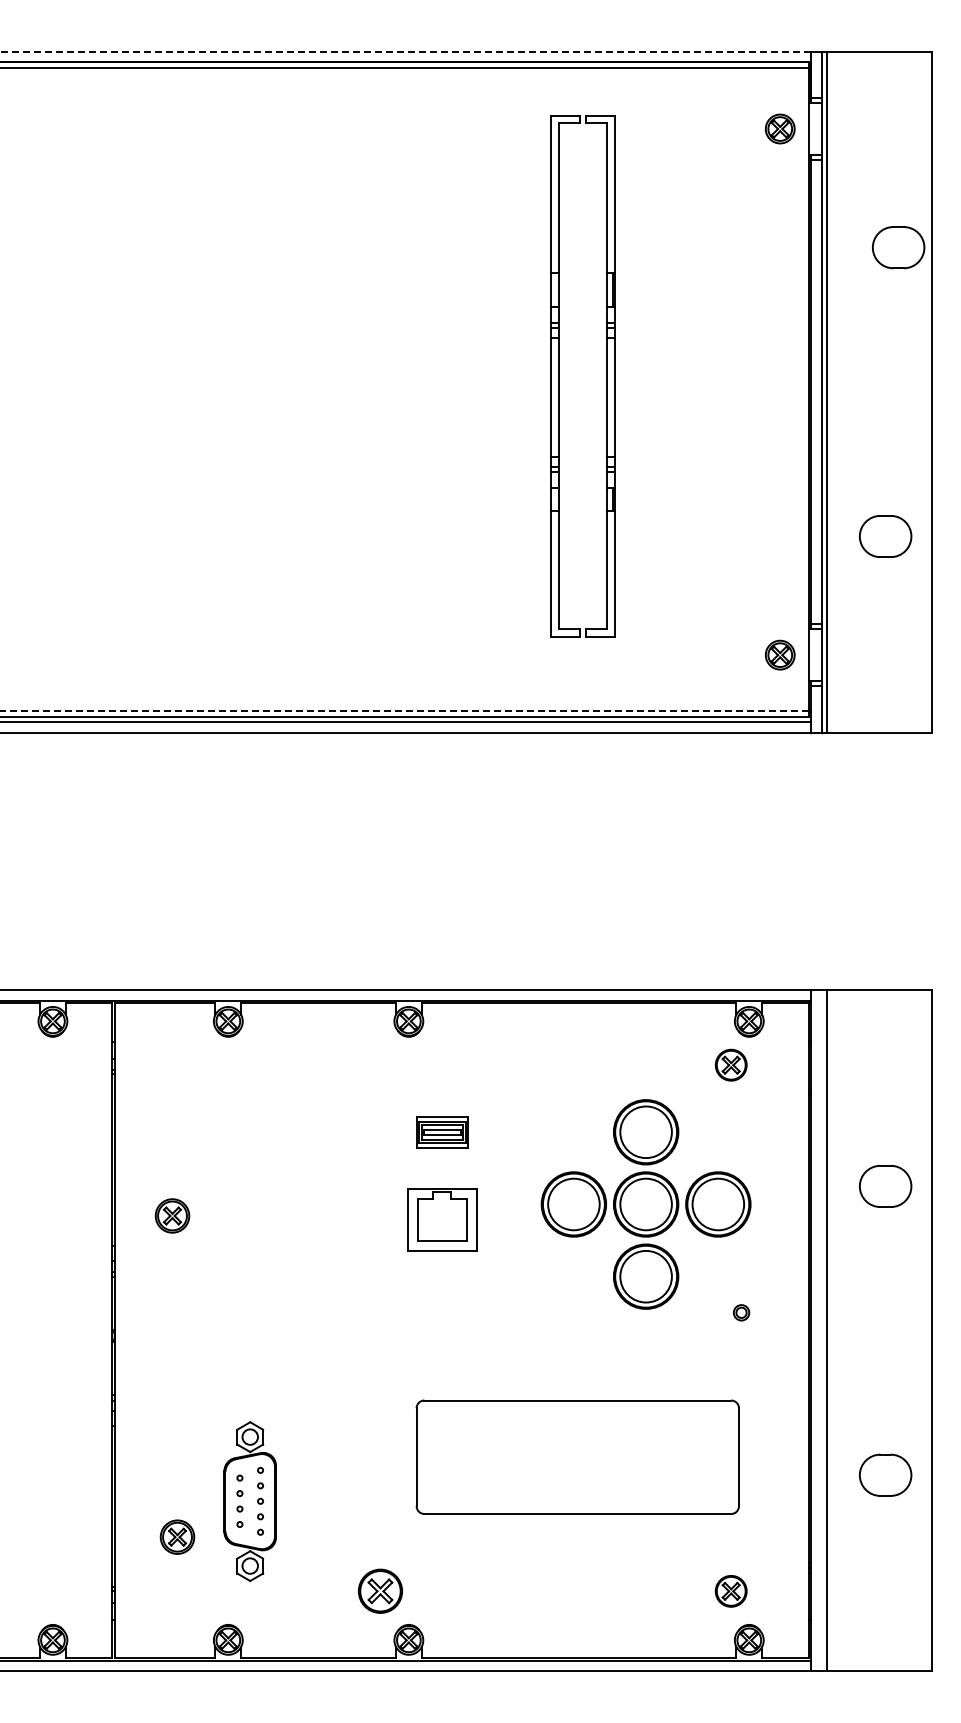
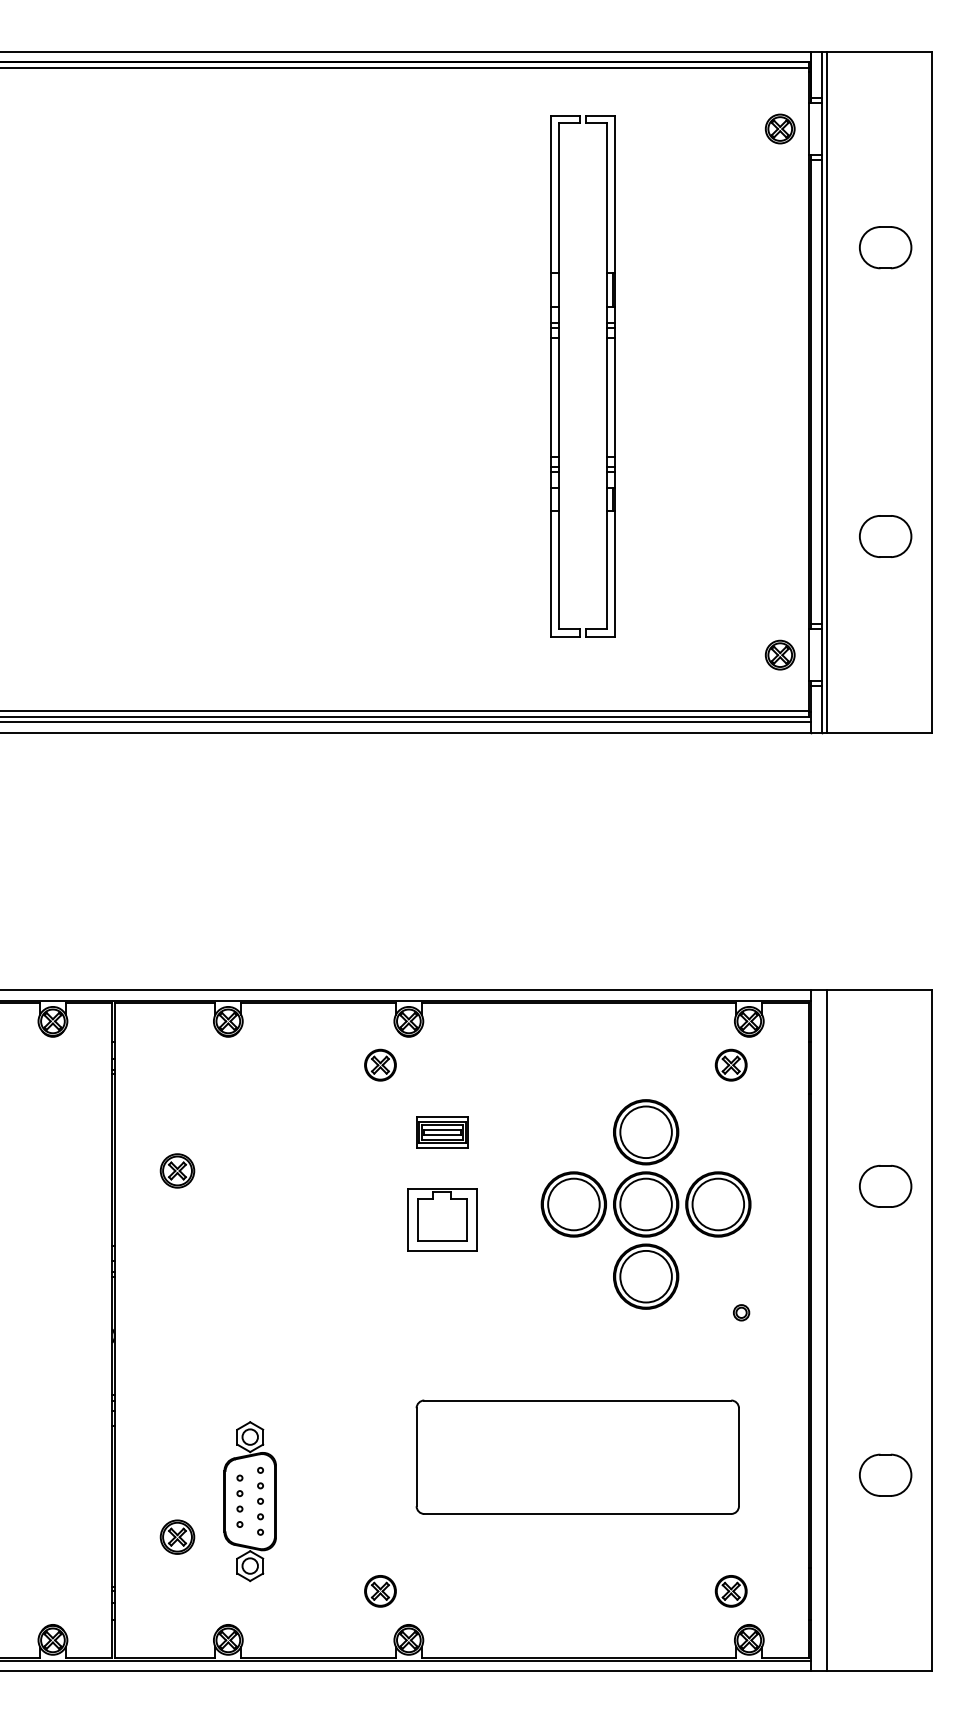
line at (405, 51): dashed -> solid
part at (898, 247) position: (898, 247) -> (885, 247)
line at (404, 710): dashed -> solid
part at (380, 1064): none -> present
part at (172, 1215) position: (172, 1215) -> (177, 1170)
part at (380, 1590) size: 45x46 px -> 33x33 px
